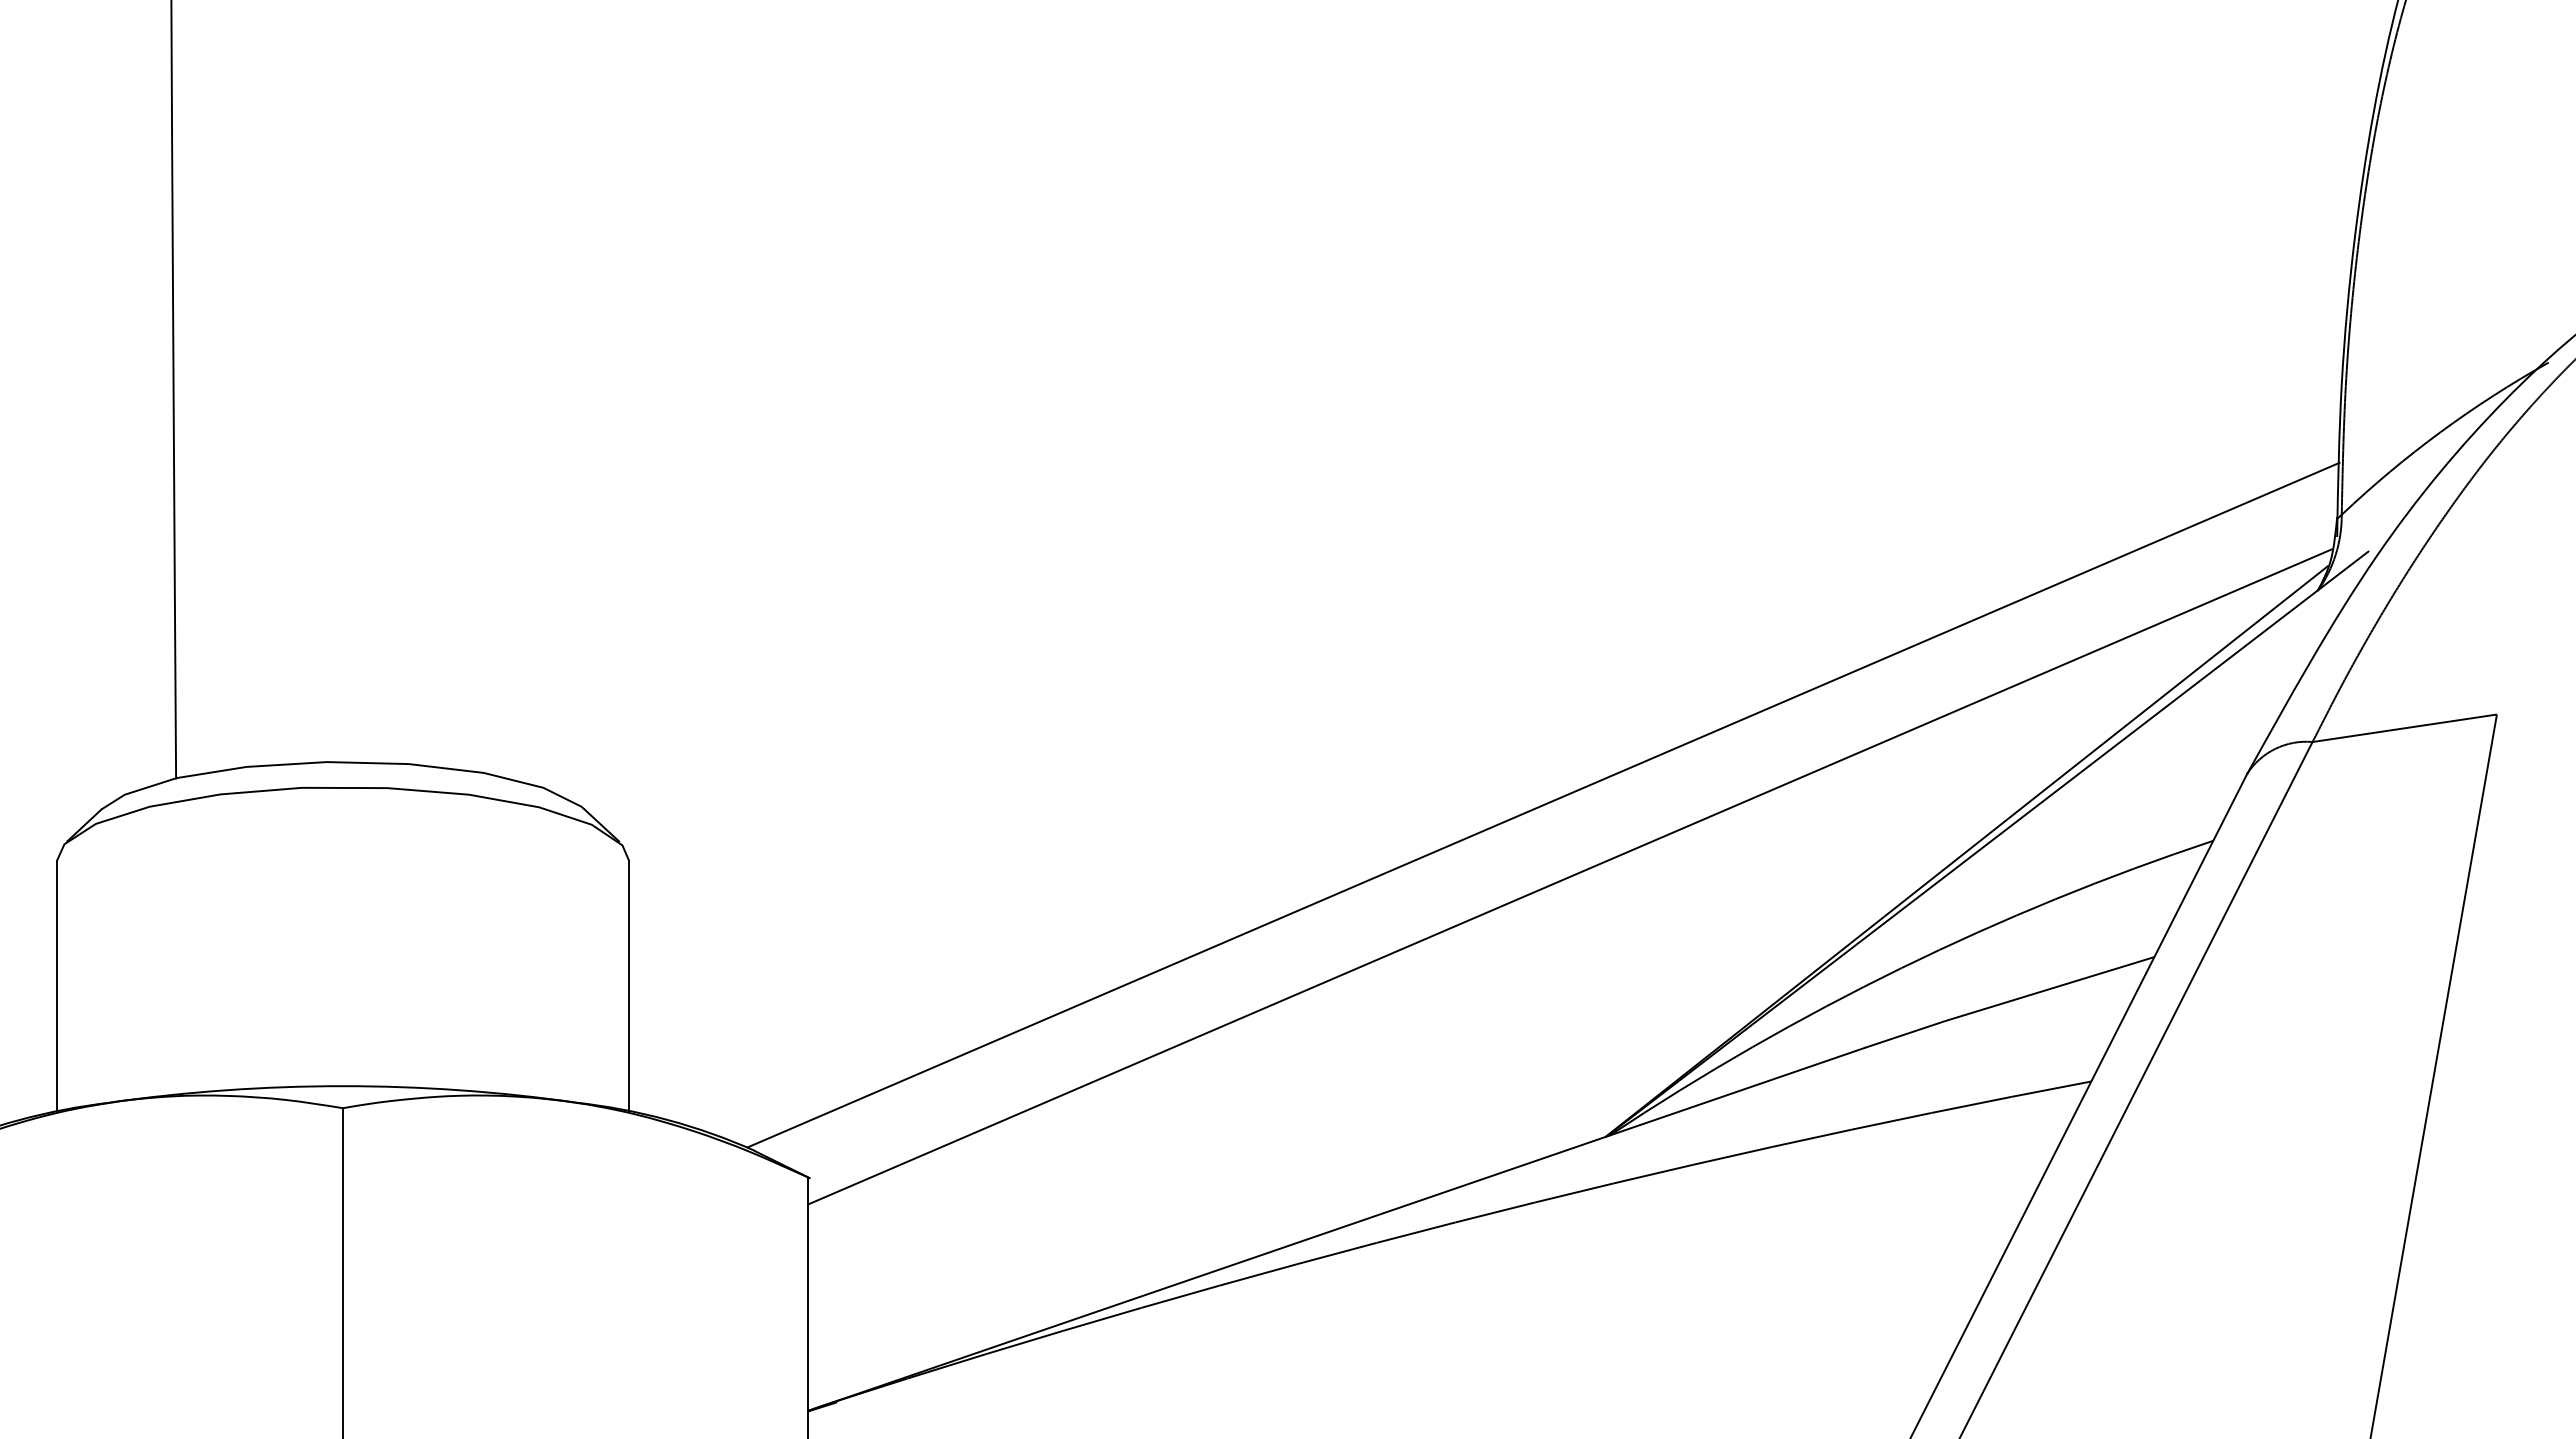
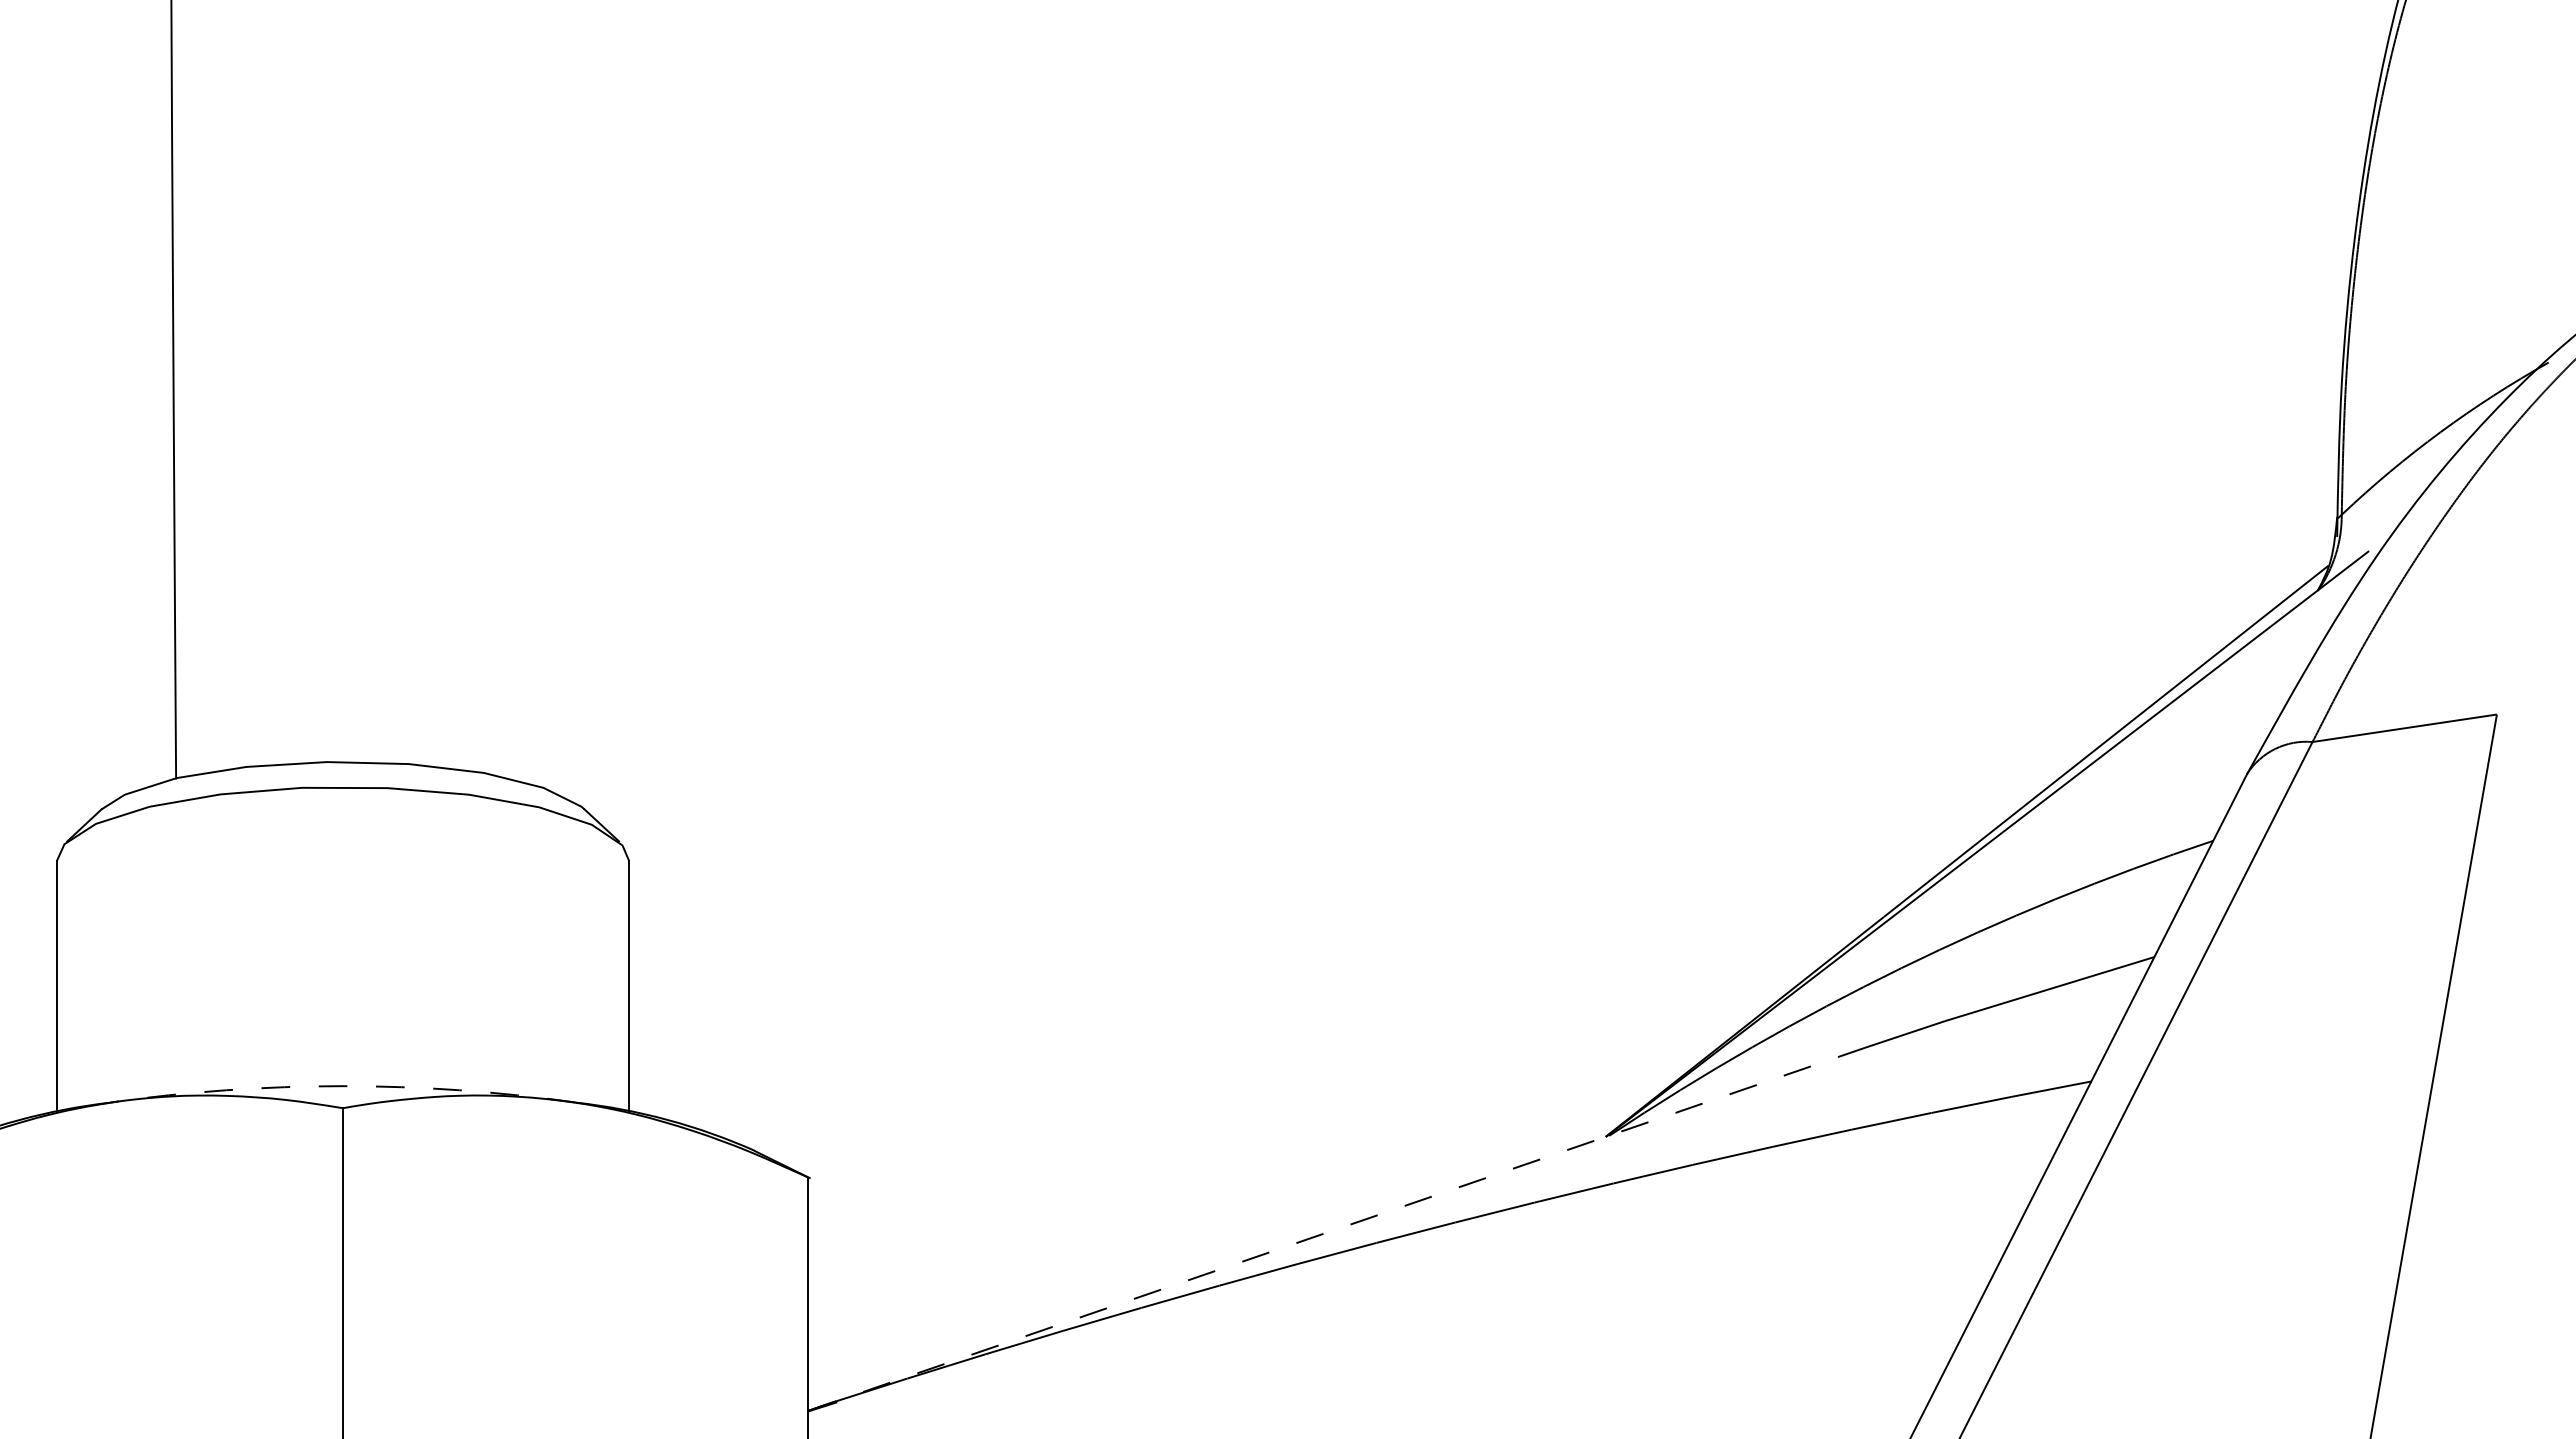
line at (1543, 804): present -> none
line at (1570, 876): present -> none
arc at (343, 1086): solid -> dashed
line at (1336, 1229): solid -> dashed
